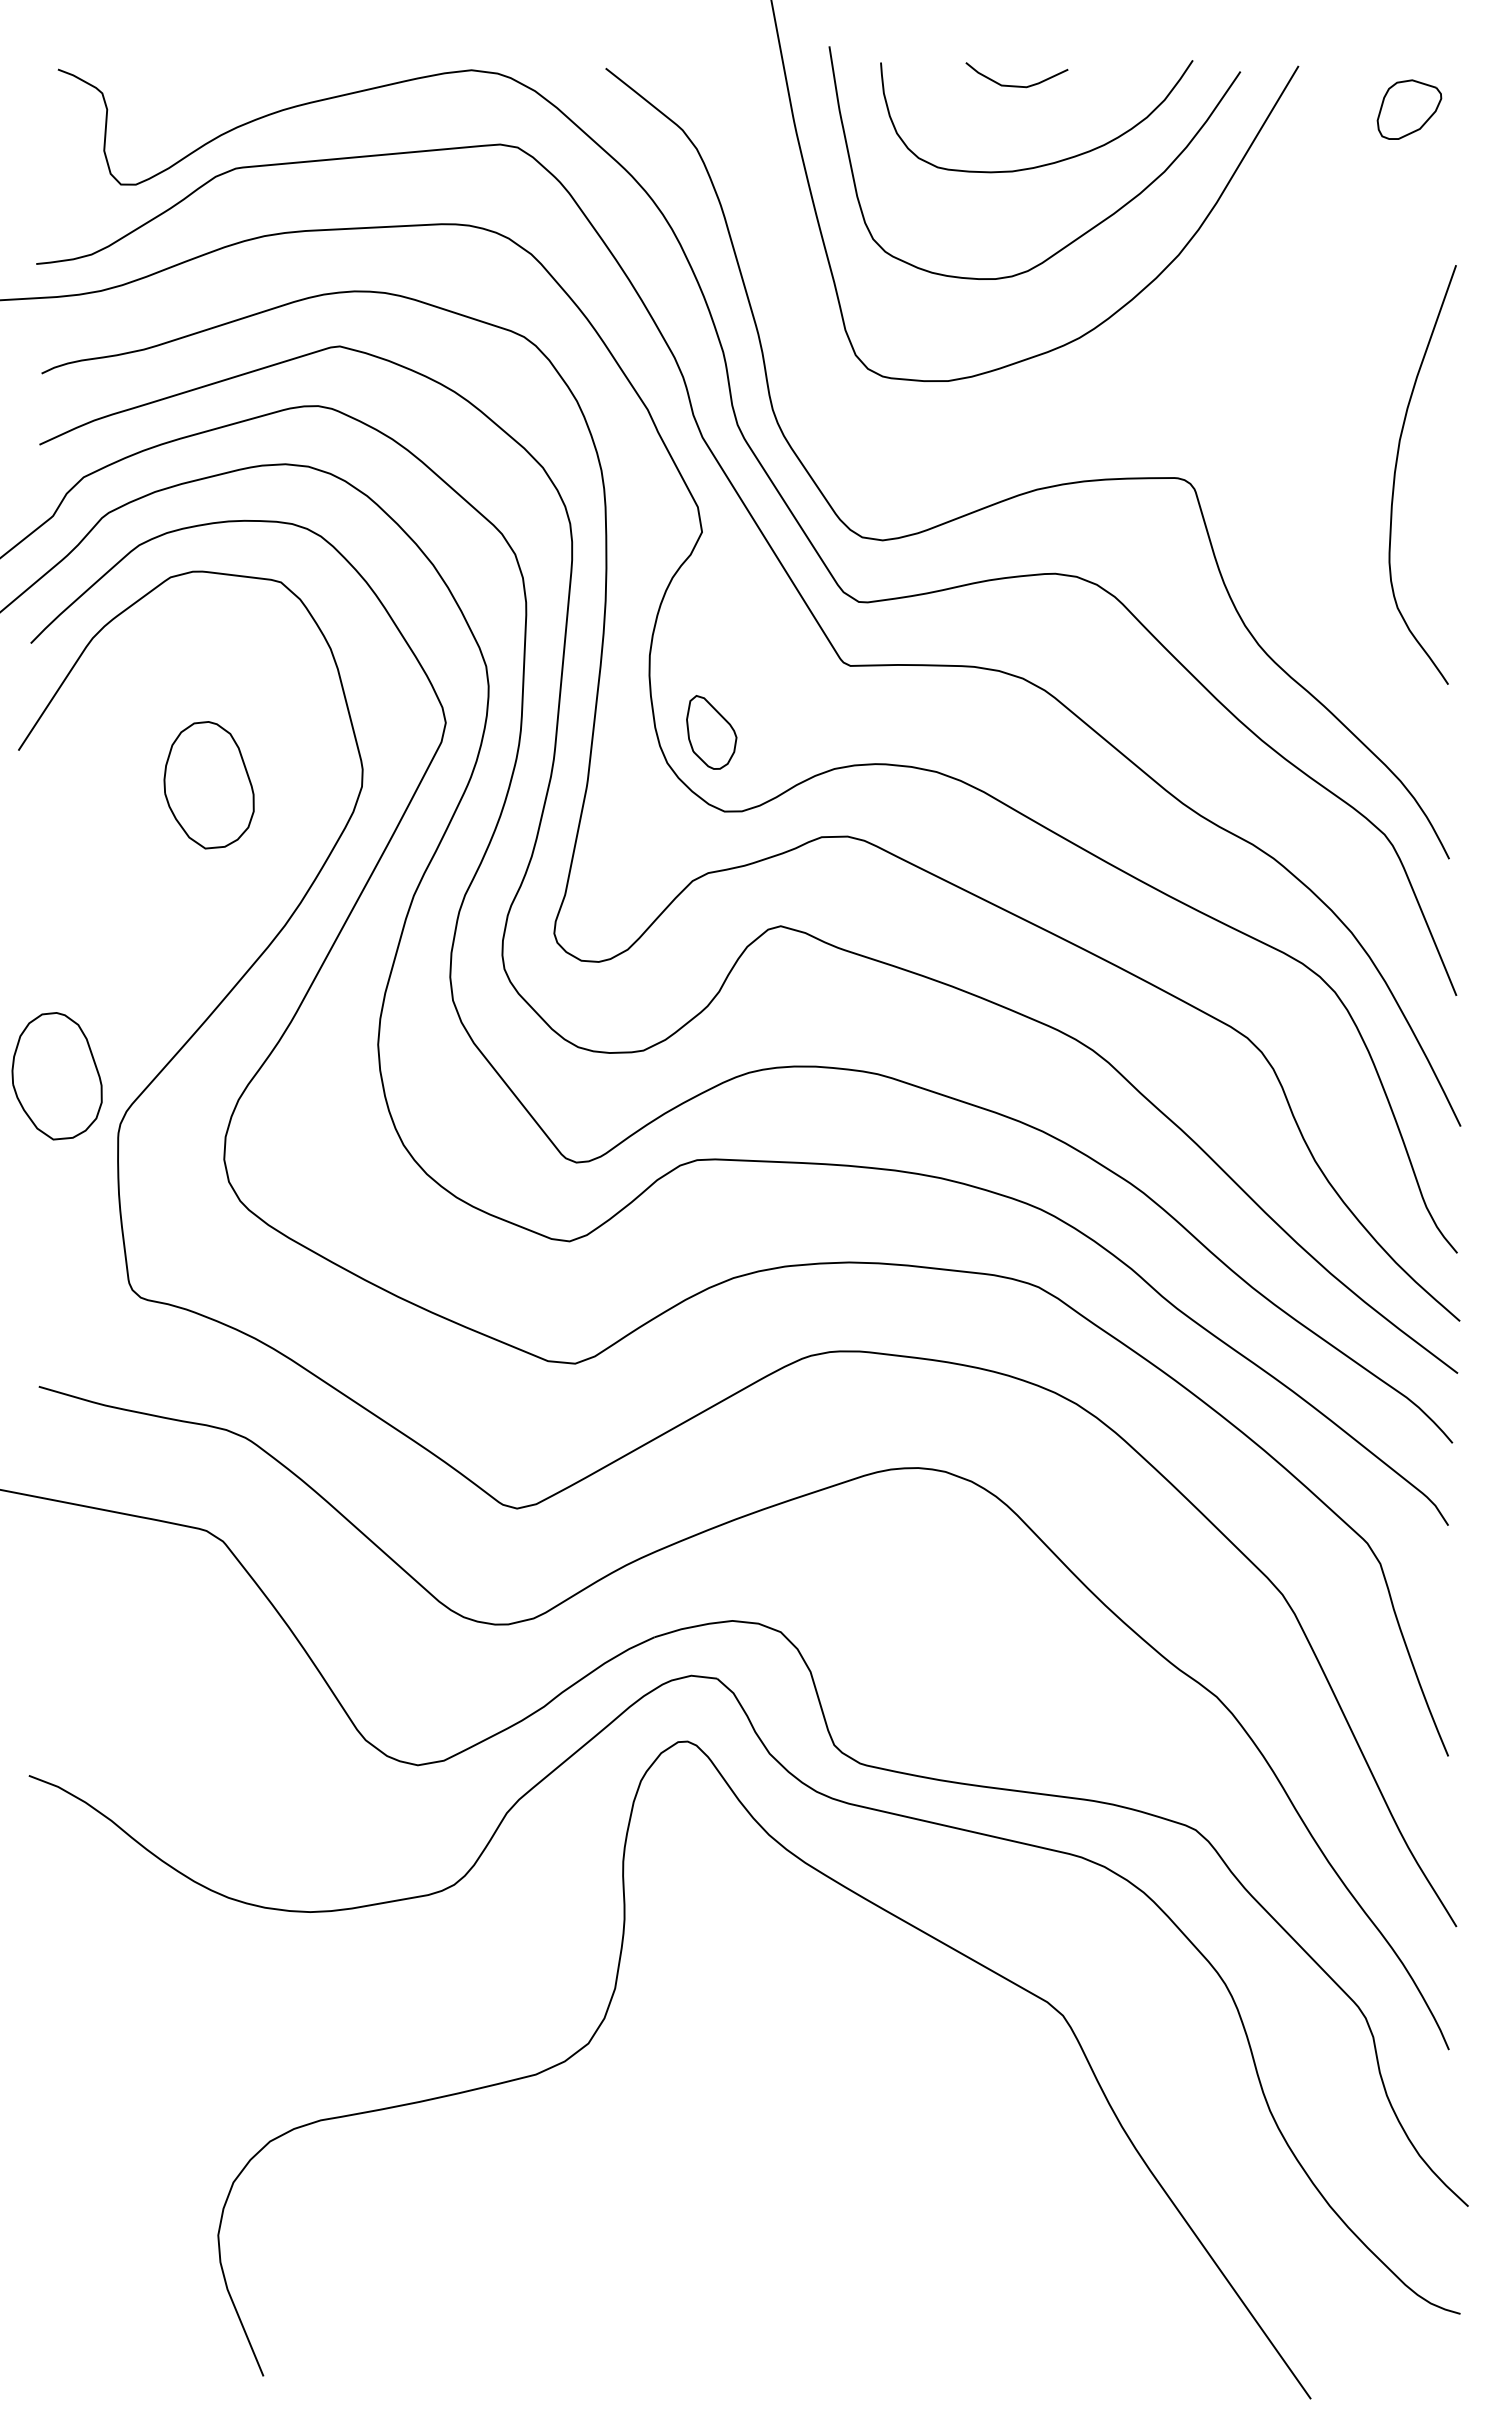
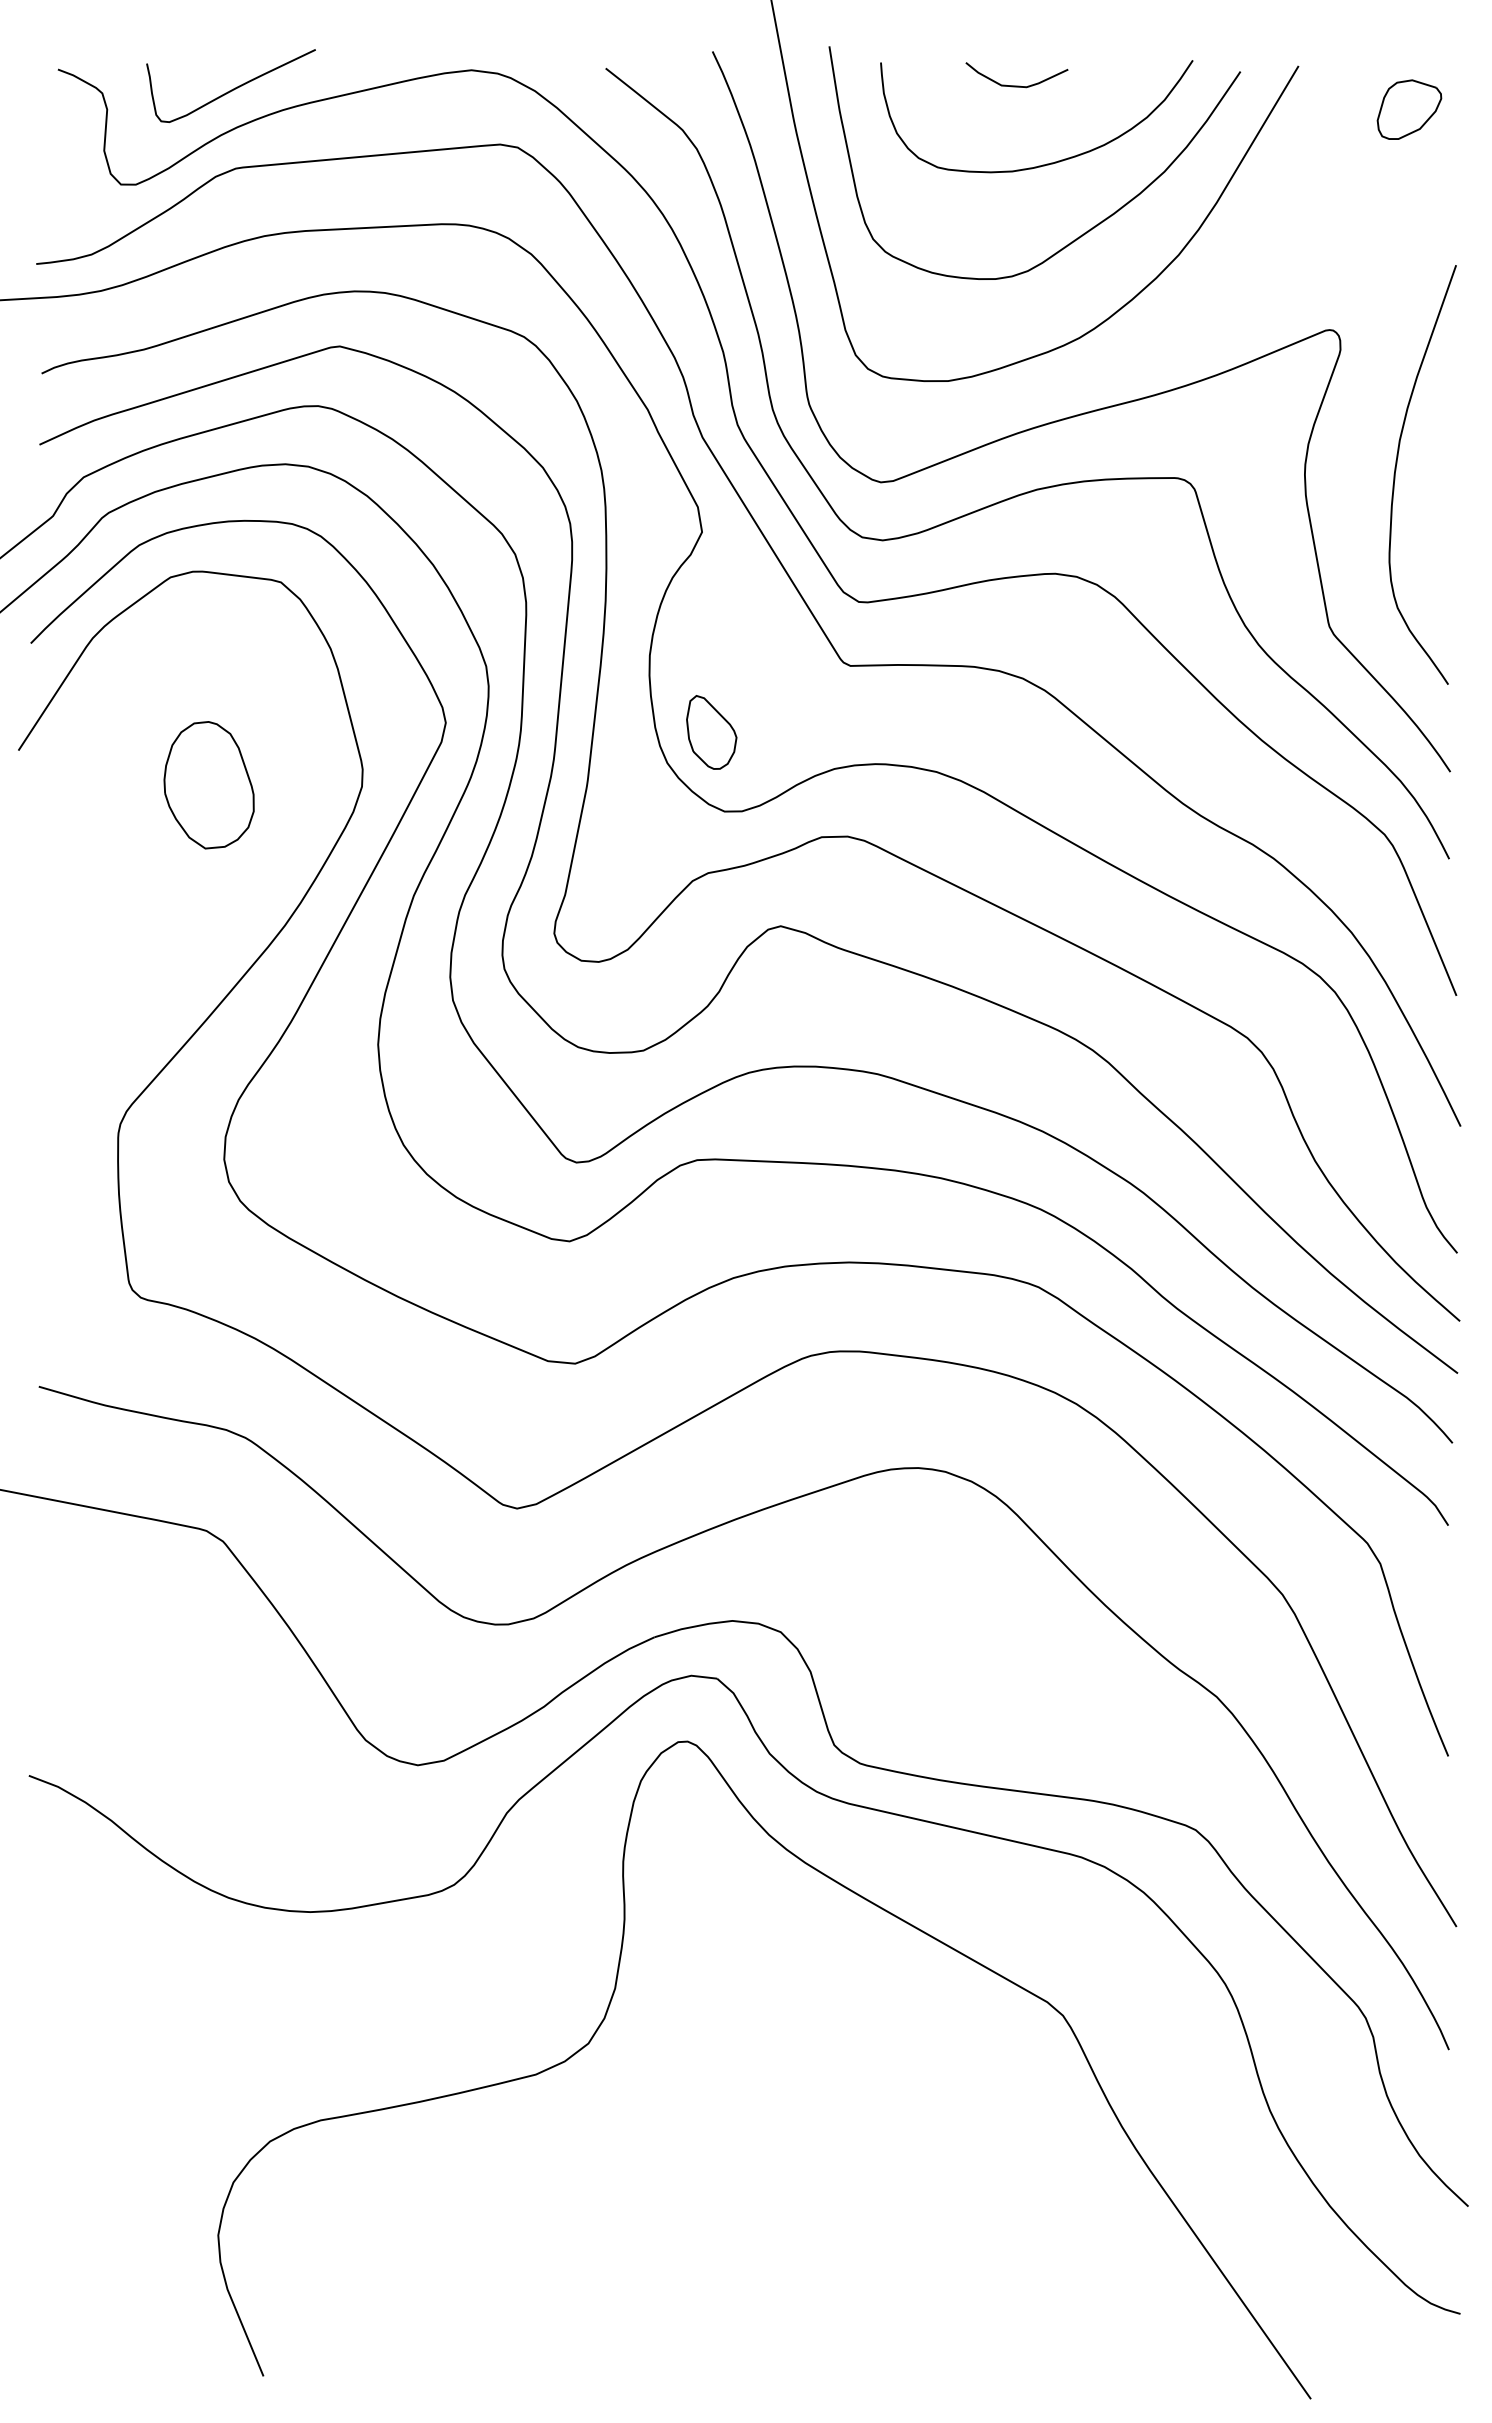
curve at (231, 89): none -> present
curve at (1081, 413): none -> present
part at (56, 1076): present -> none
